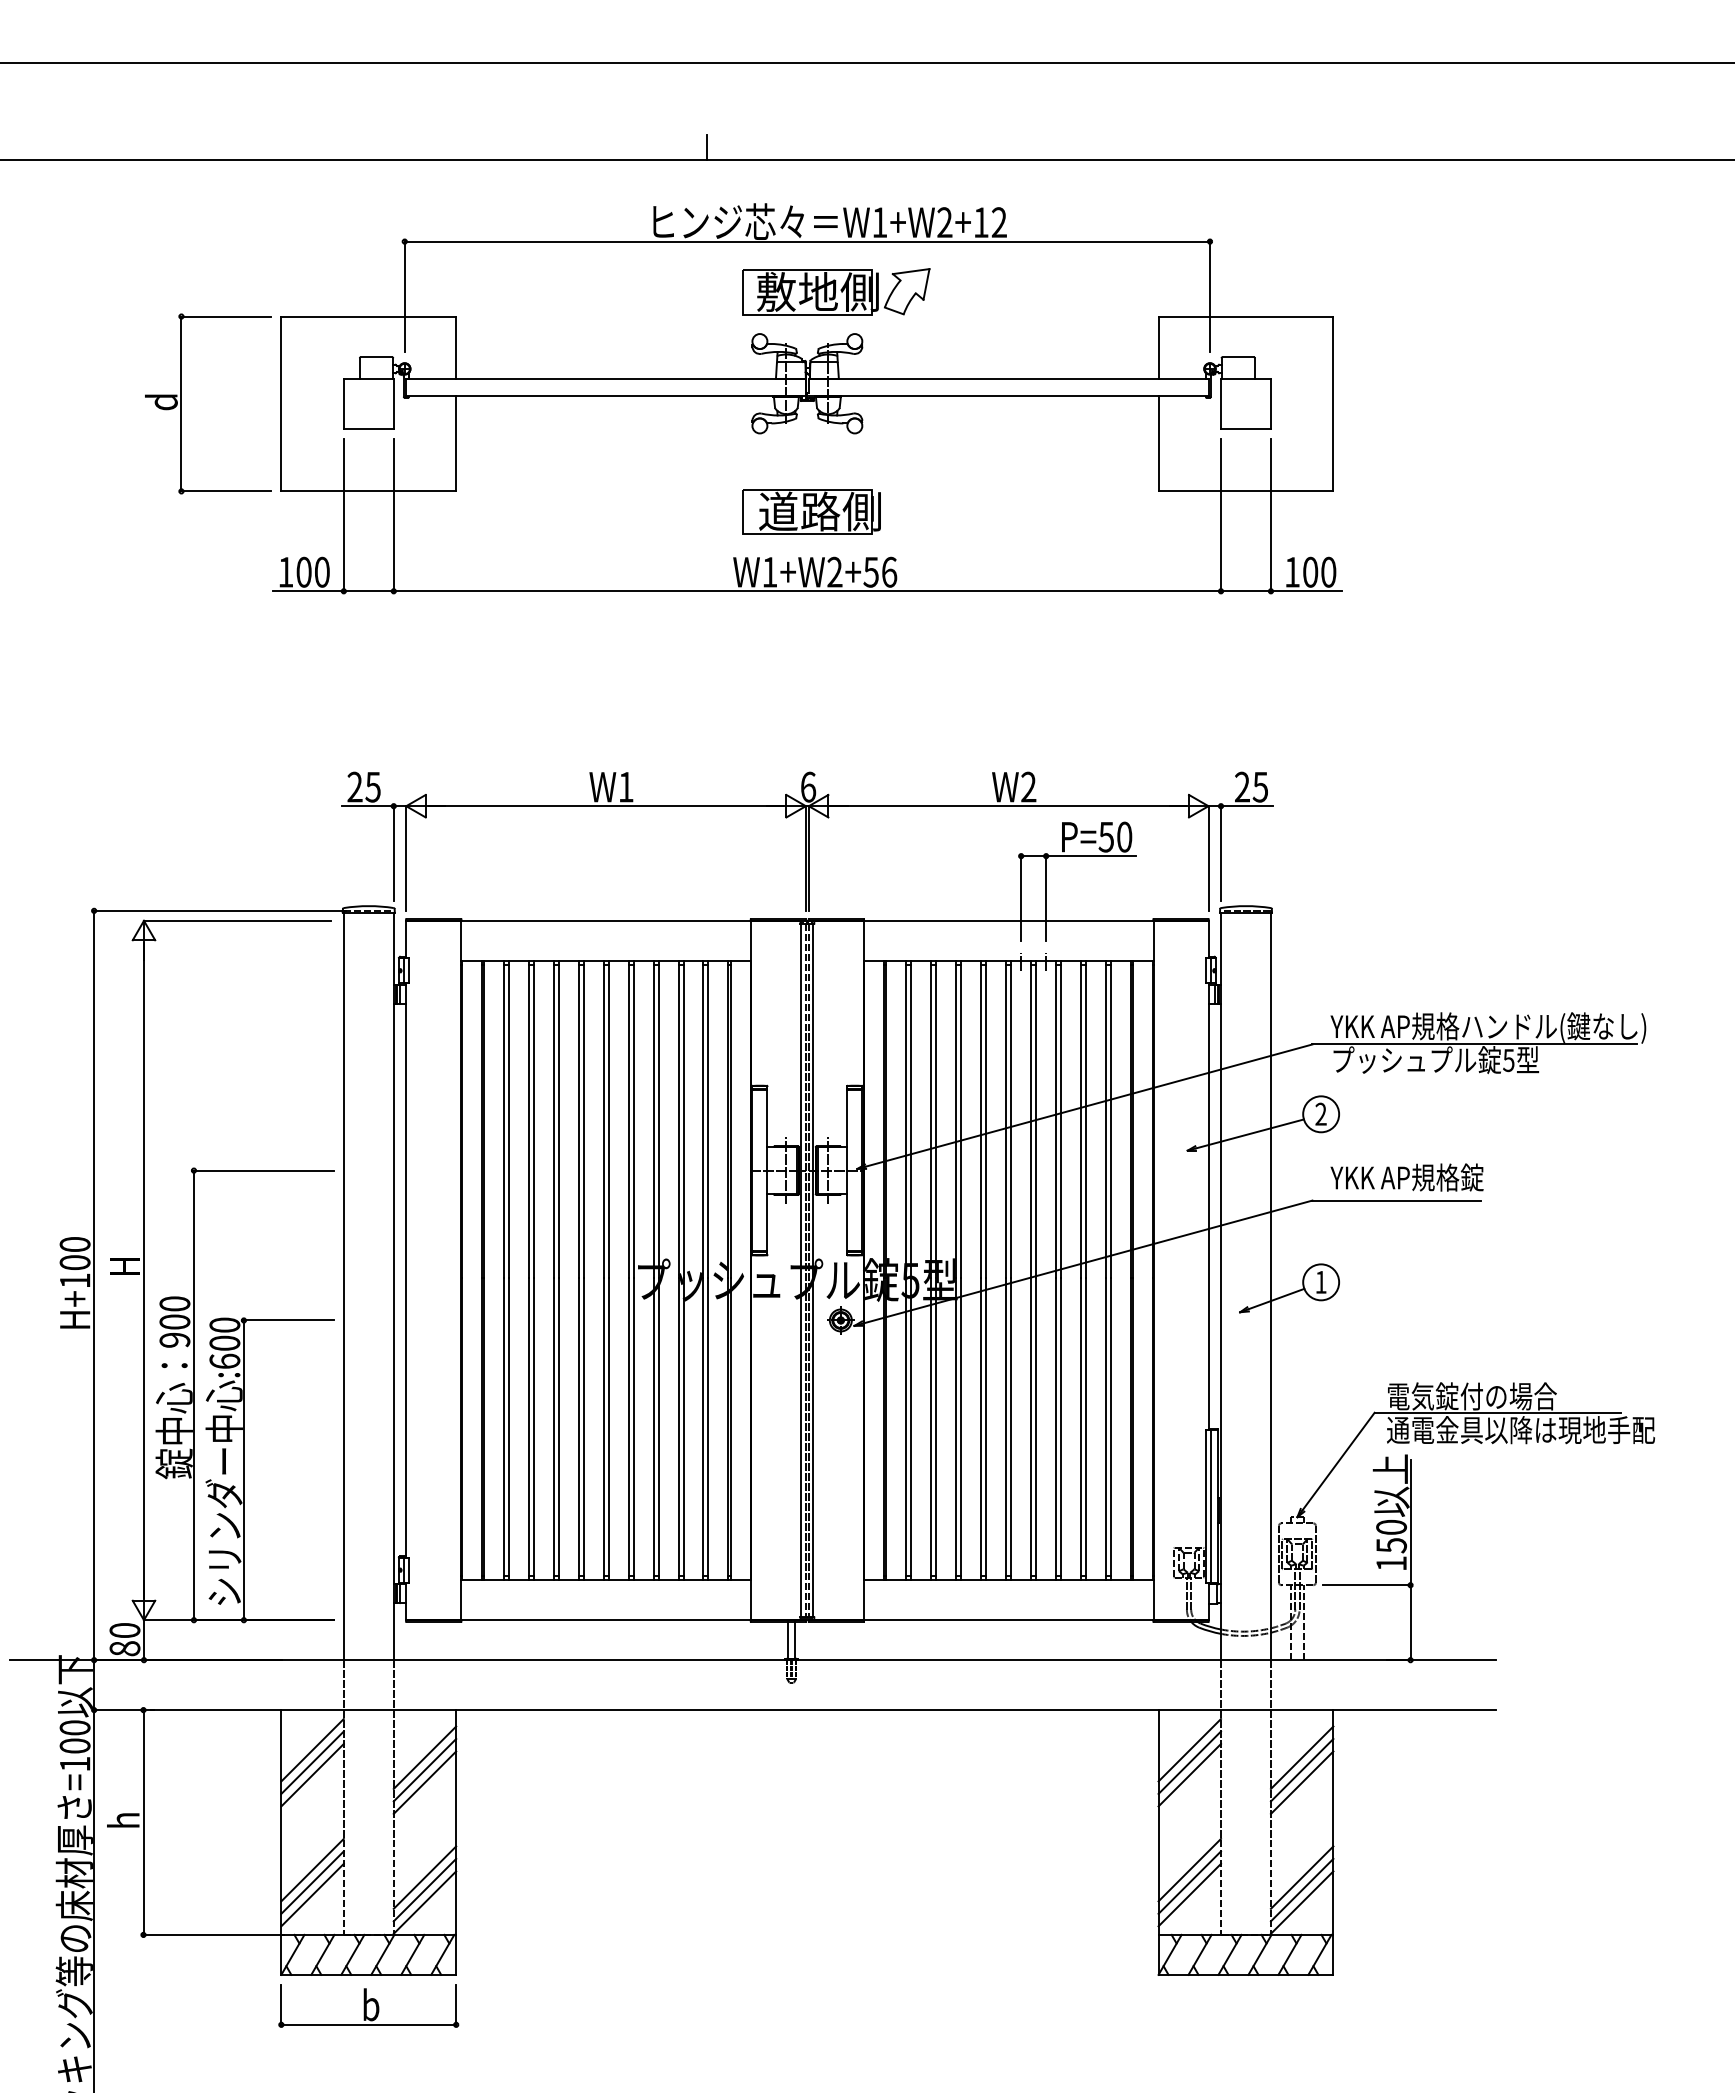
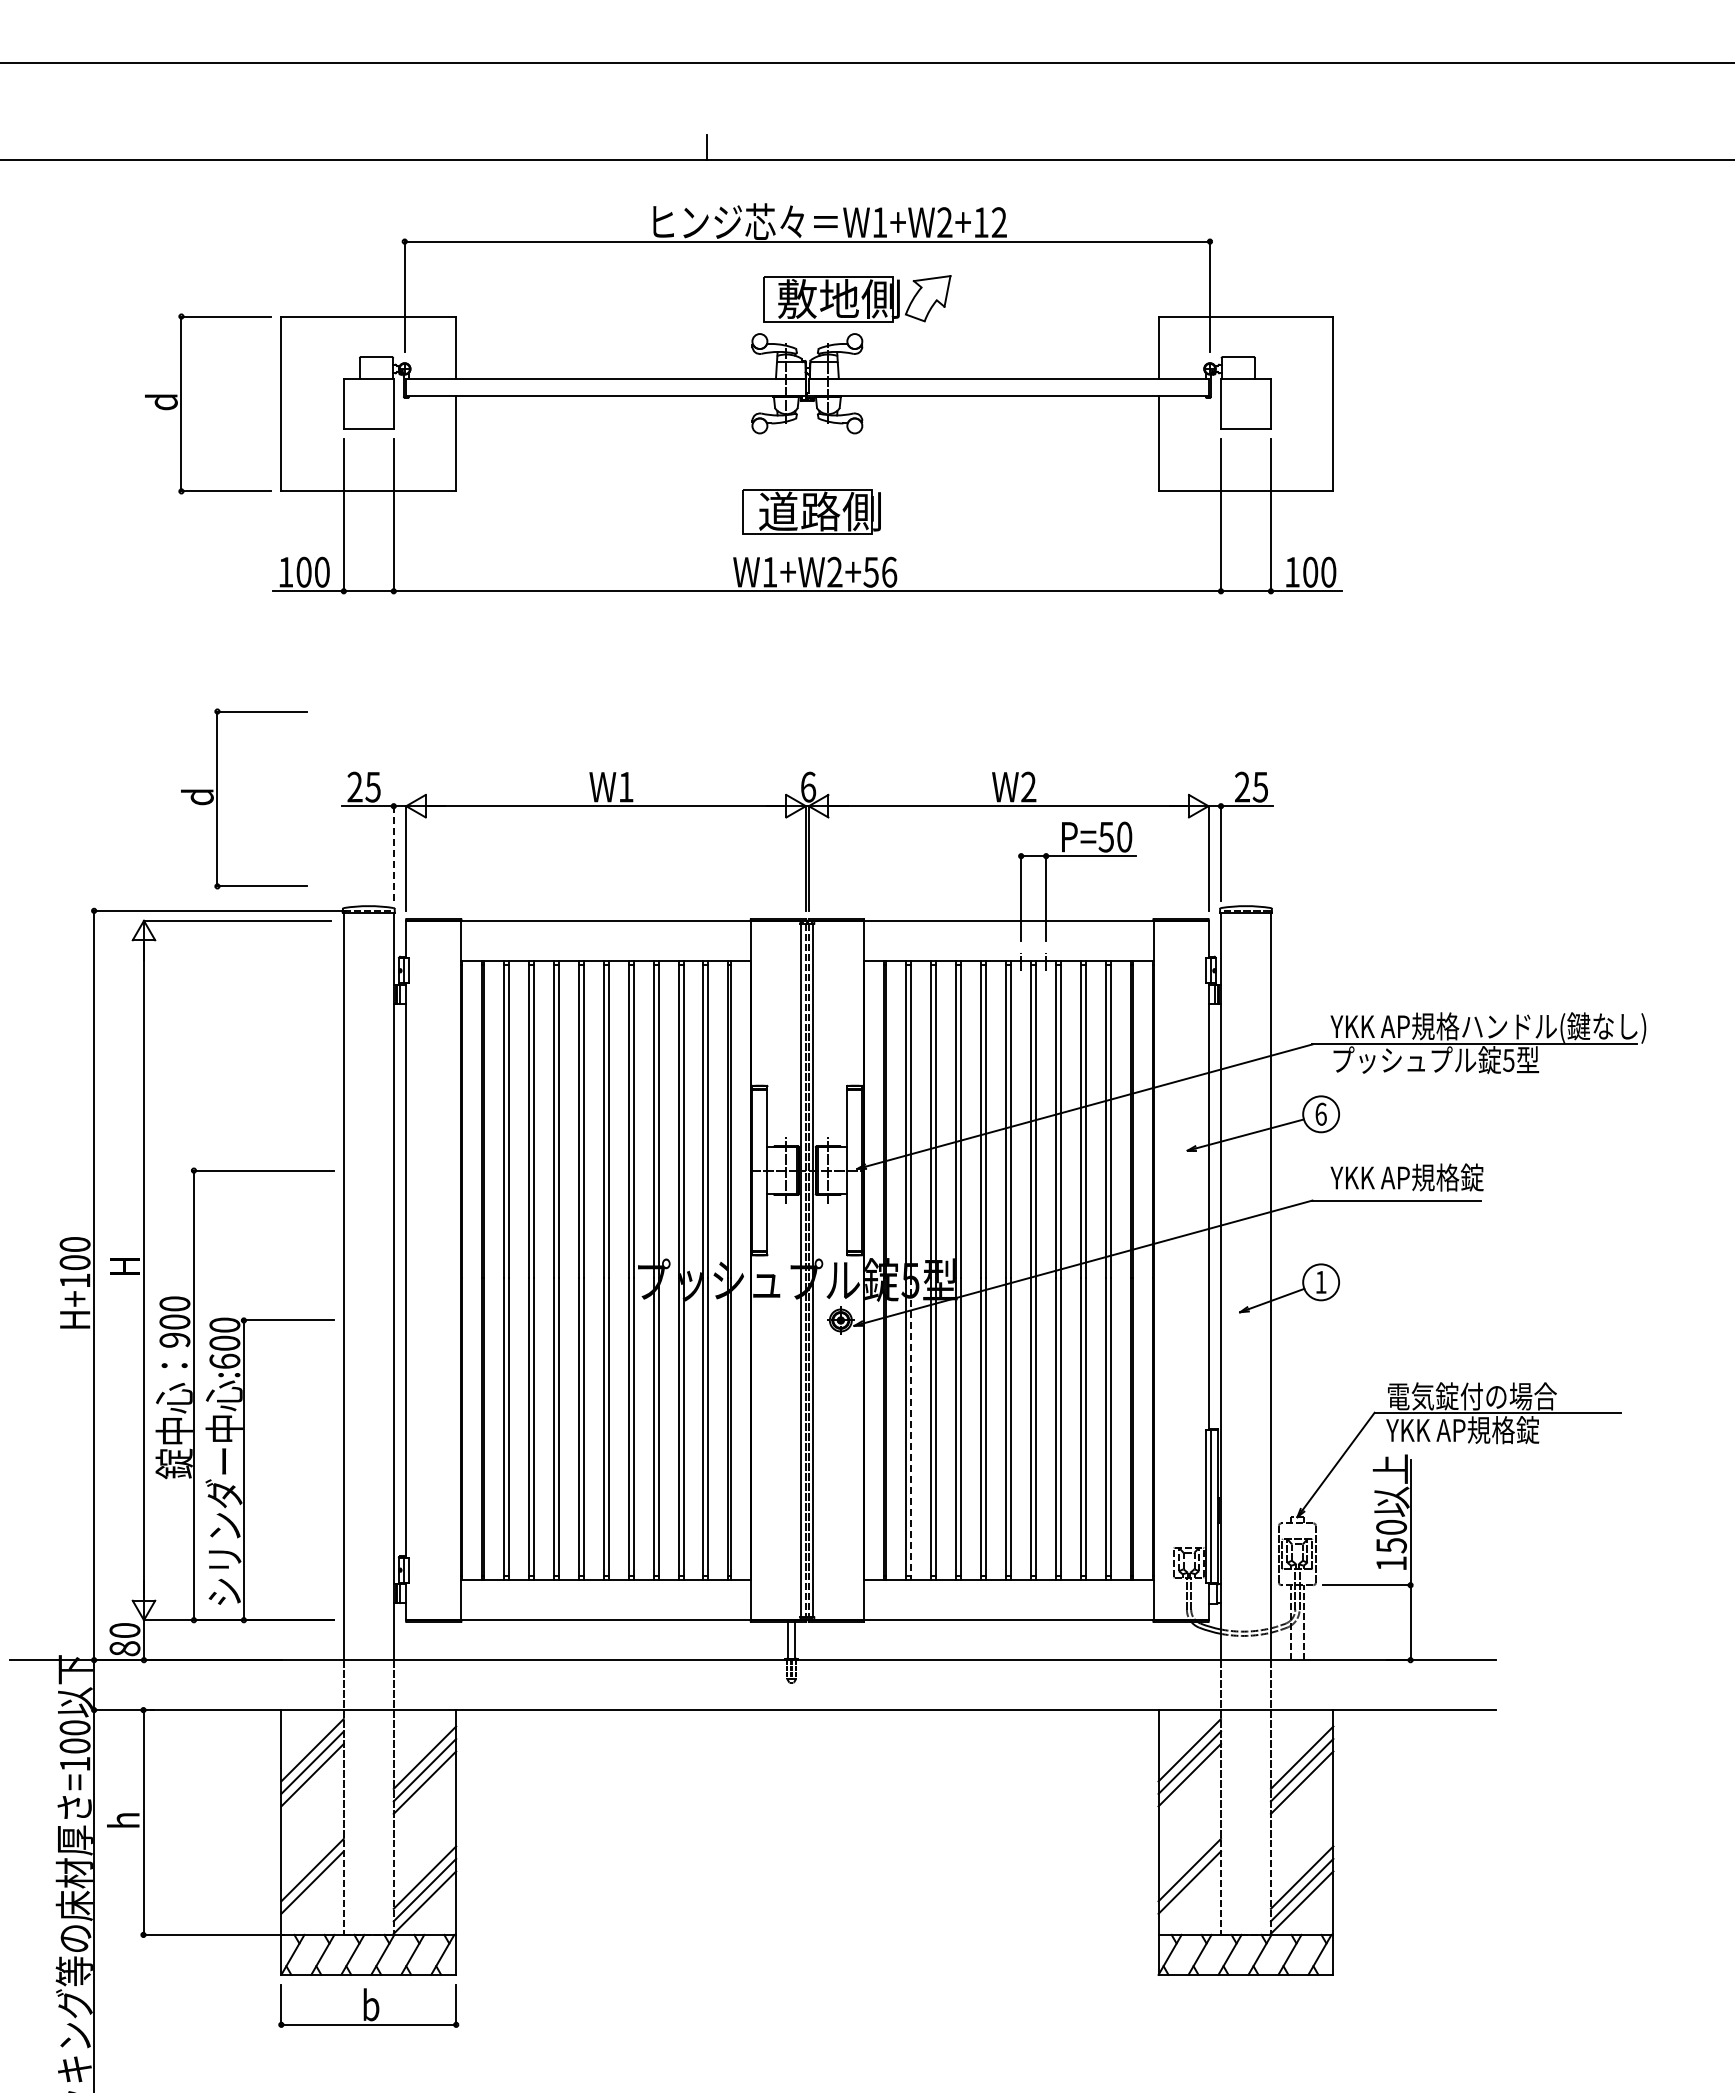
part at (836, 291) position: (836, 291) -> (857, 298)
part at (217, 798): none -> present
line at (393, 853): solid -> dashed
text at (1320, 1113): 2 -> 6
line at (911, 1429): solid -> dashed
text at (1520, 1430): 通電金具以降は現地手配 -> YKK AP規格錠
line at (312, 1894): present -> none
line at (1189, 1894): present -> none
